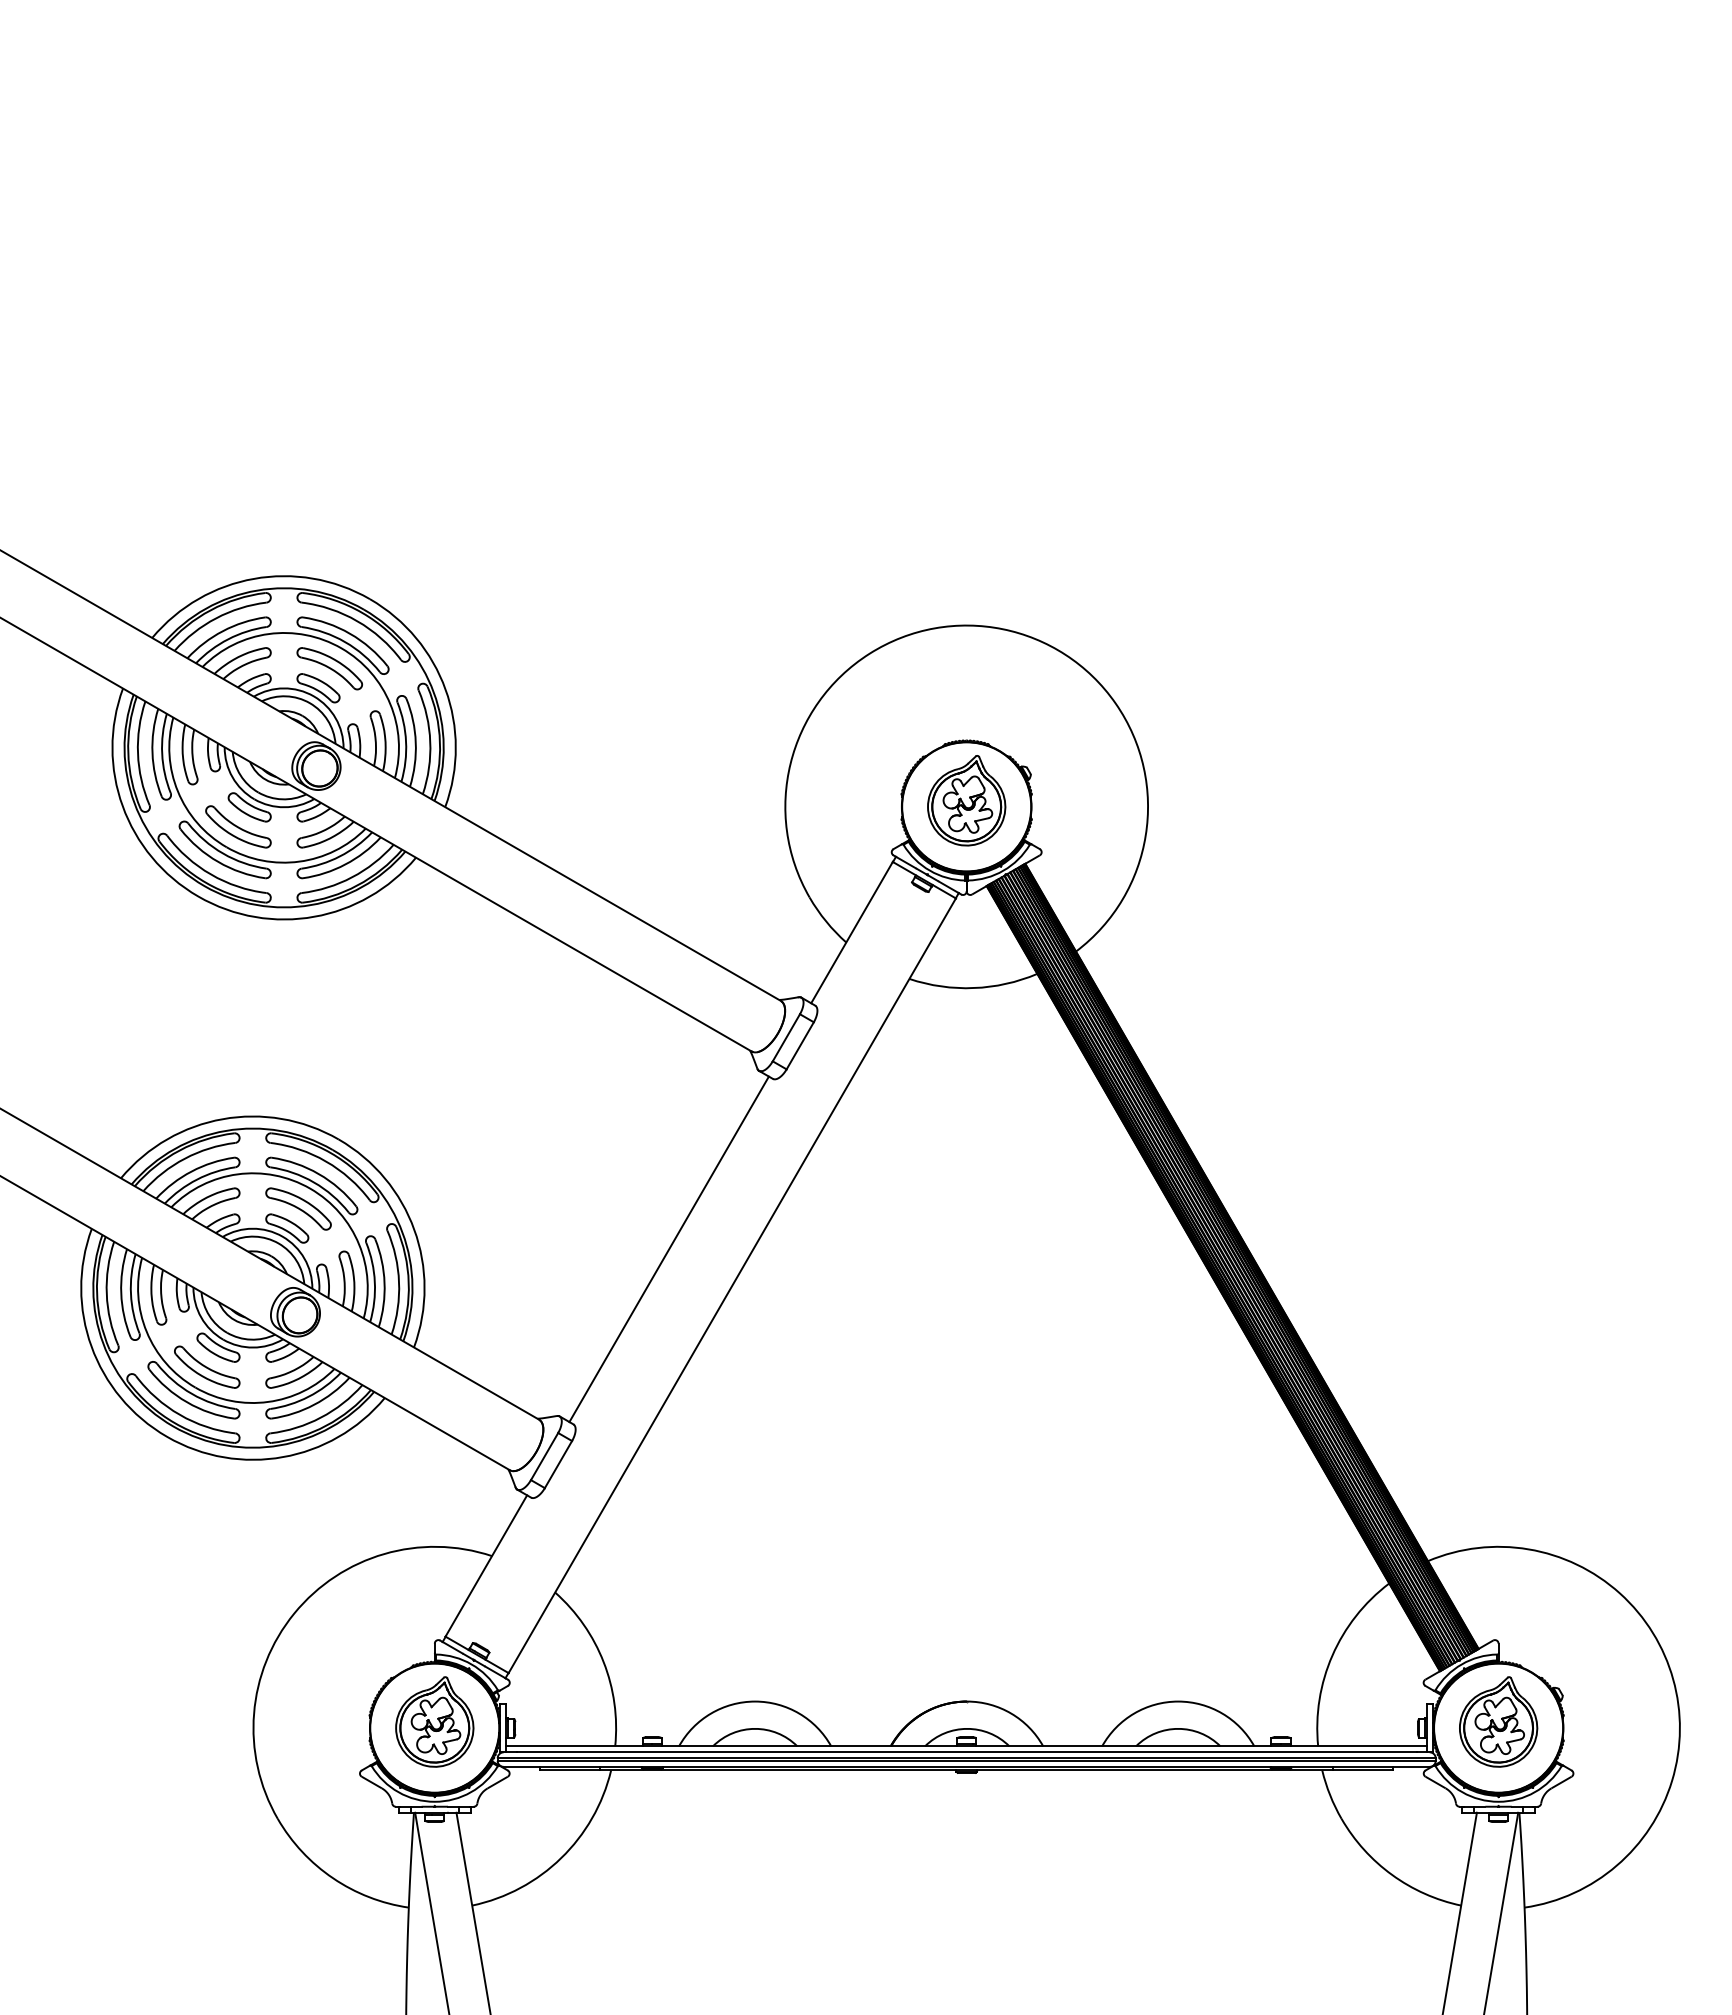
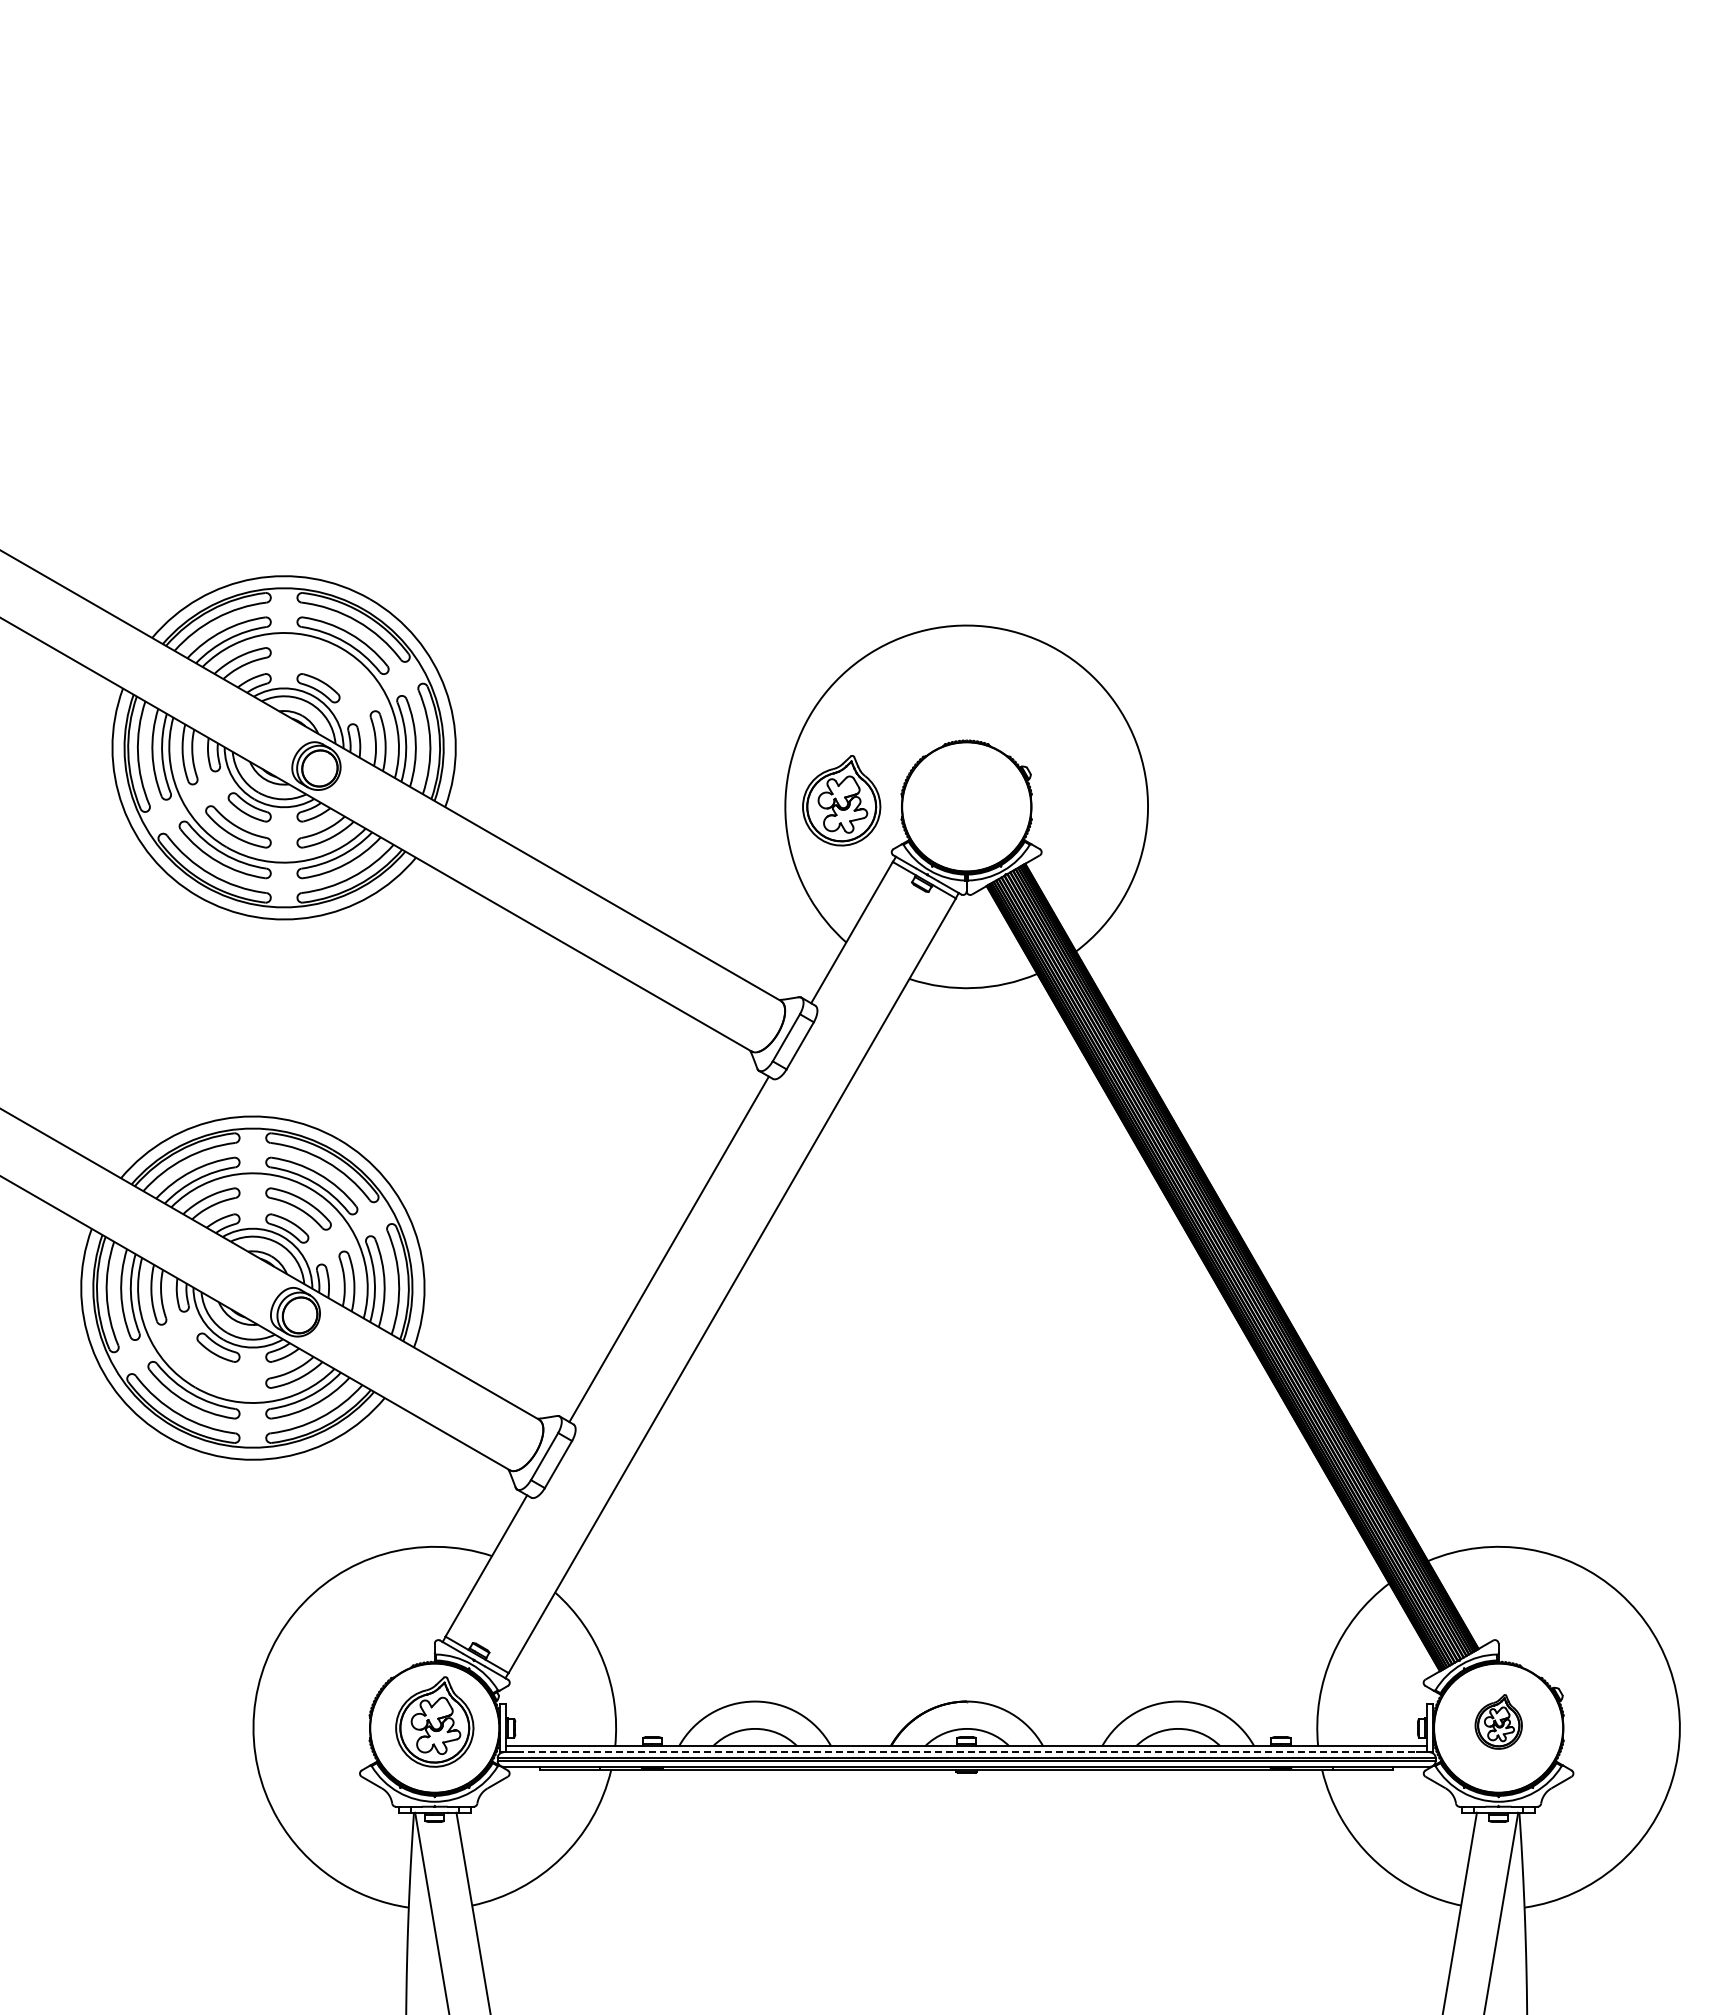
part at (329, 668): present -> none
part at (966, 800) position: (966, 800) -> (841, 800)
part at (207, 1366): present -> none
part at (1498, 1721) size: 80x92 px -> 49x56 px
line at (966, 1752): solid -> dashed
